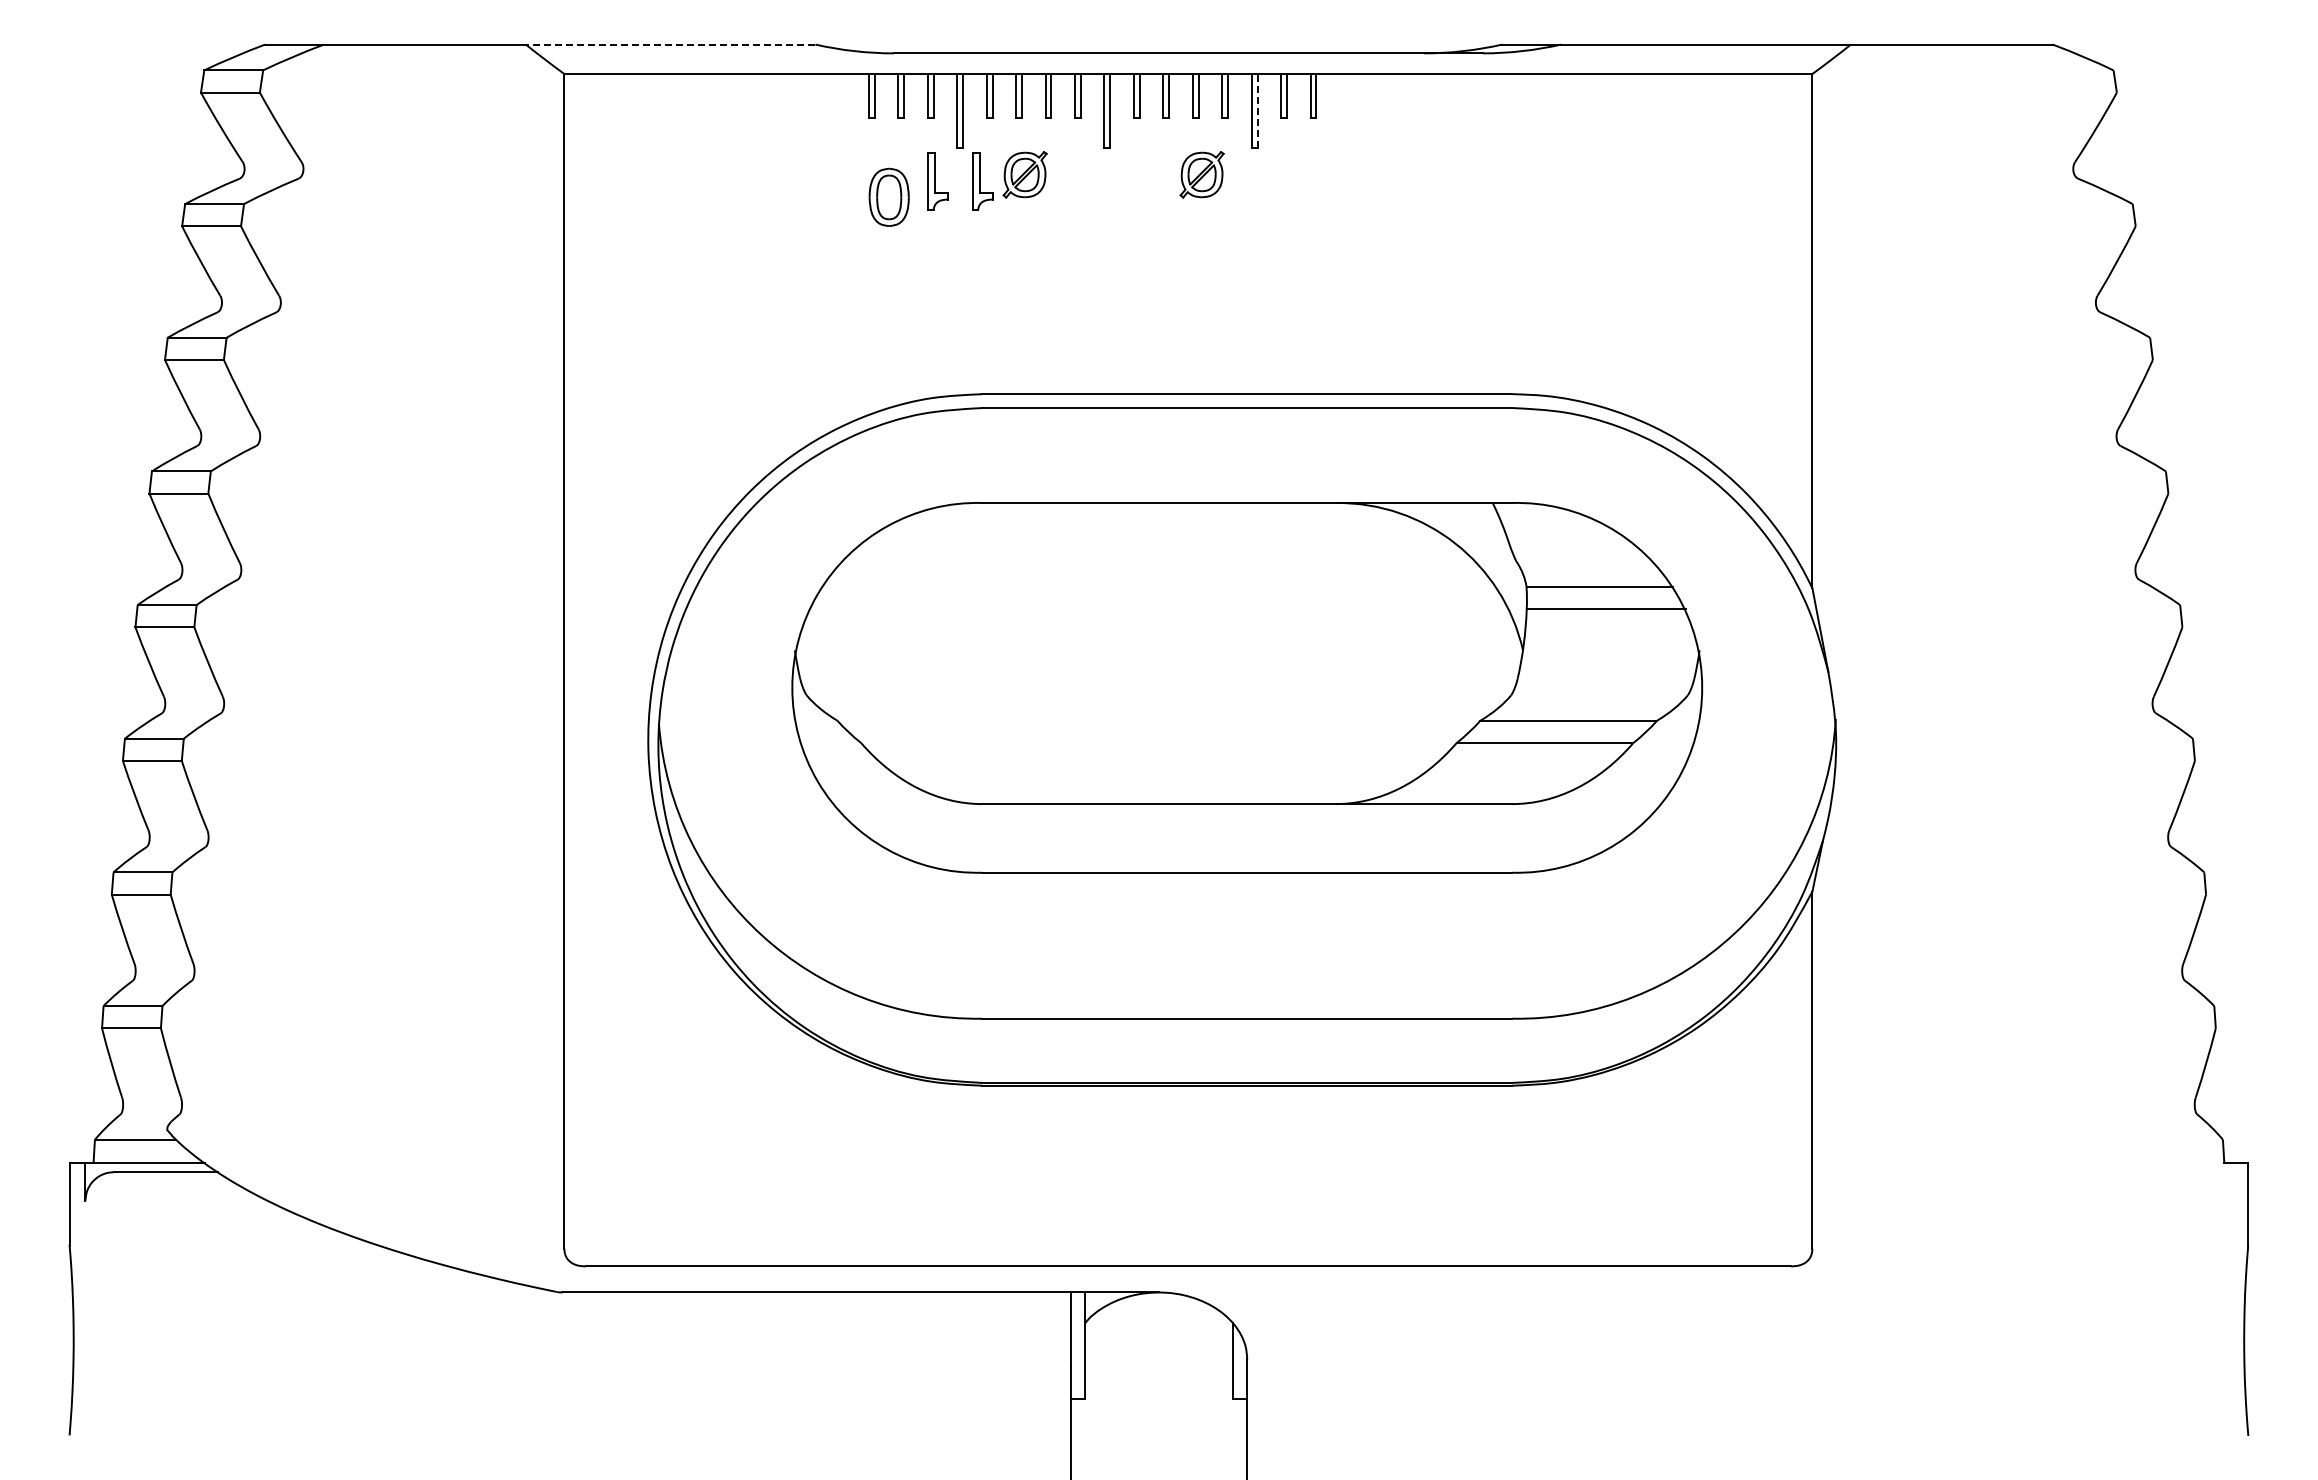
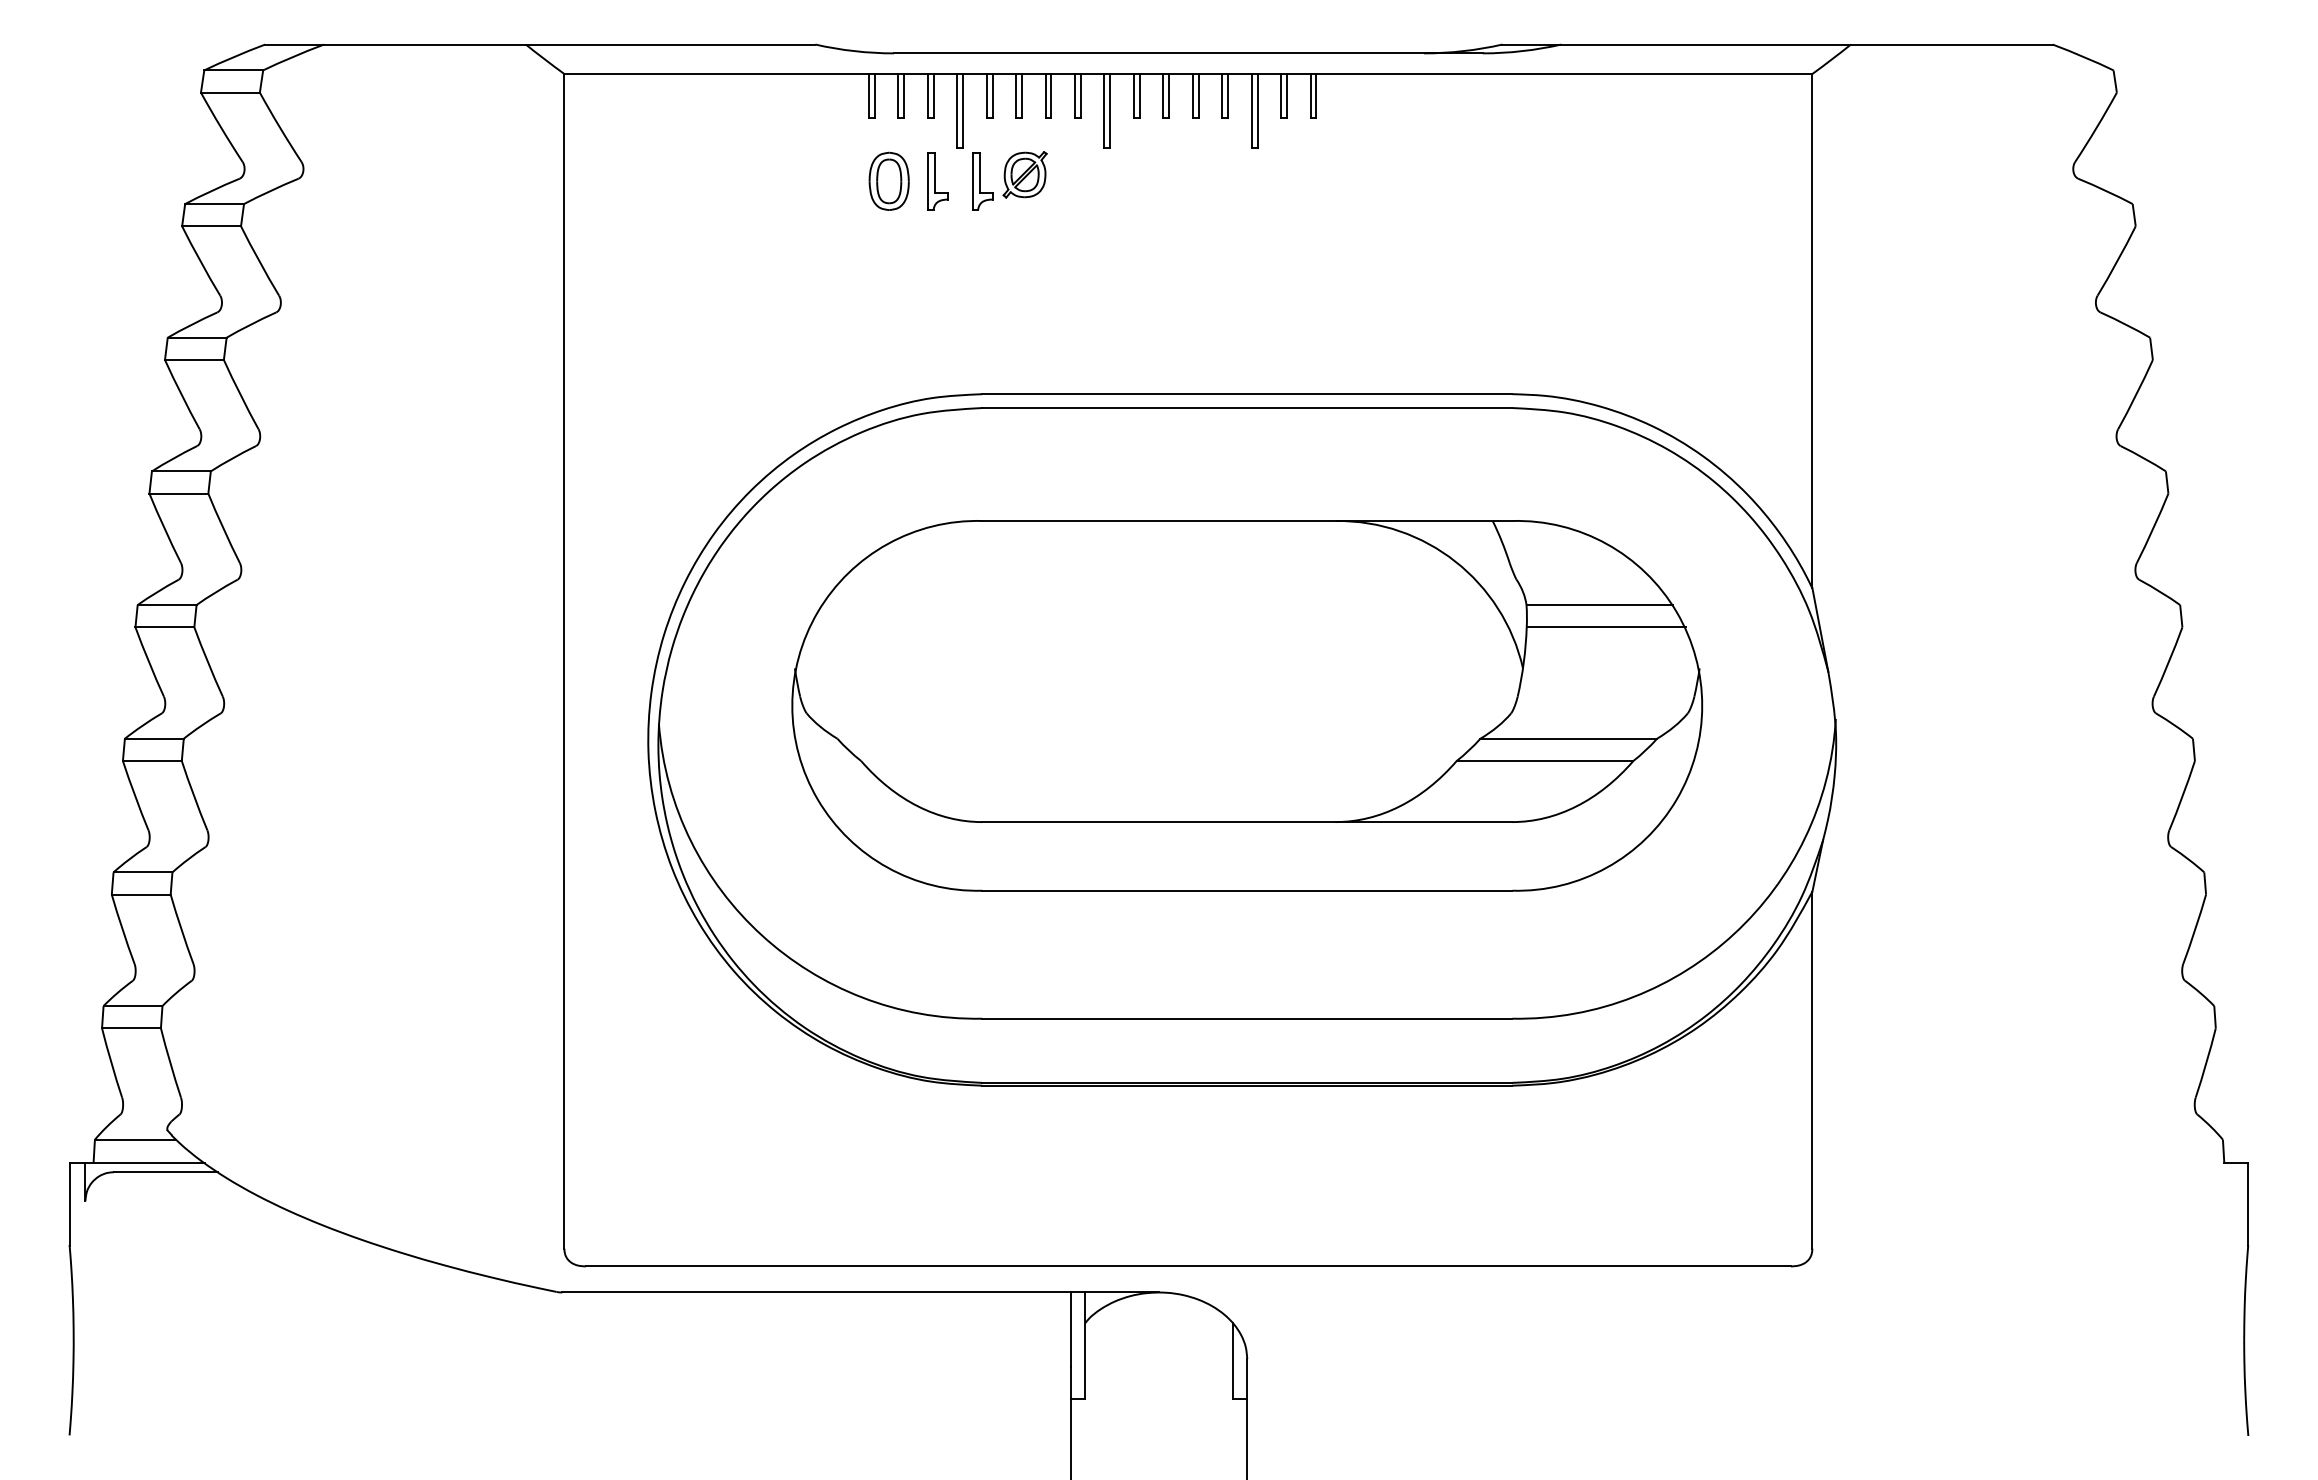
line at (670, 44): dashed -> solid
line at (1257, 110): dashed -> solid
part at (1201, 174): present -> none
part at (888, 196) position: (888, 196) -> (888, 180)
part at (1247, 687) position: (1247, 687) -> (1247, 705)
